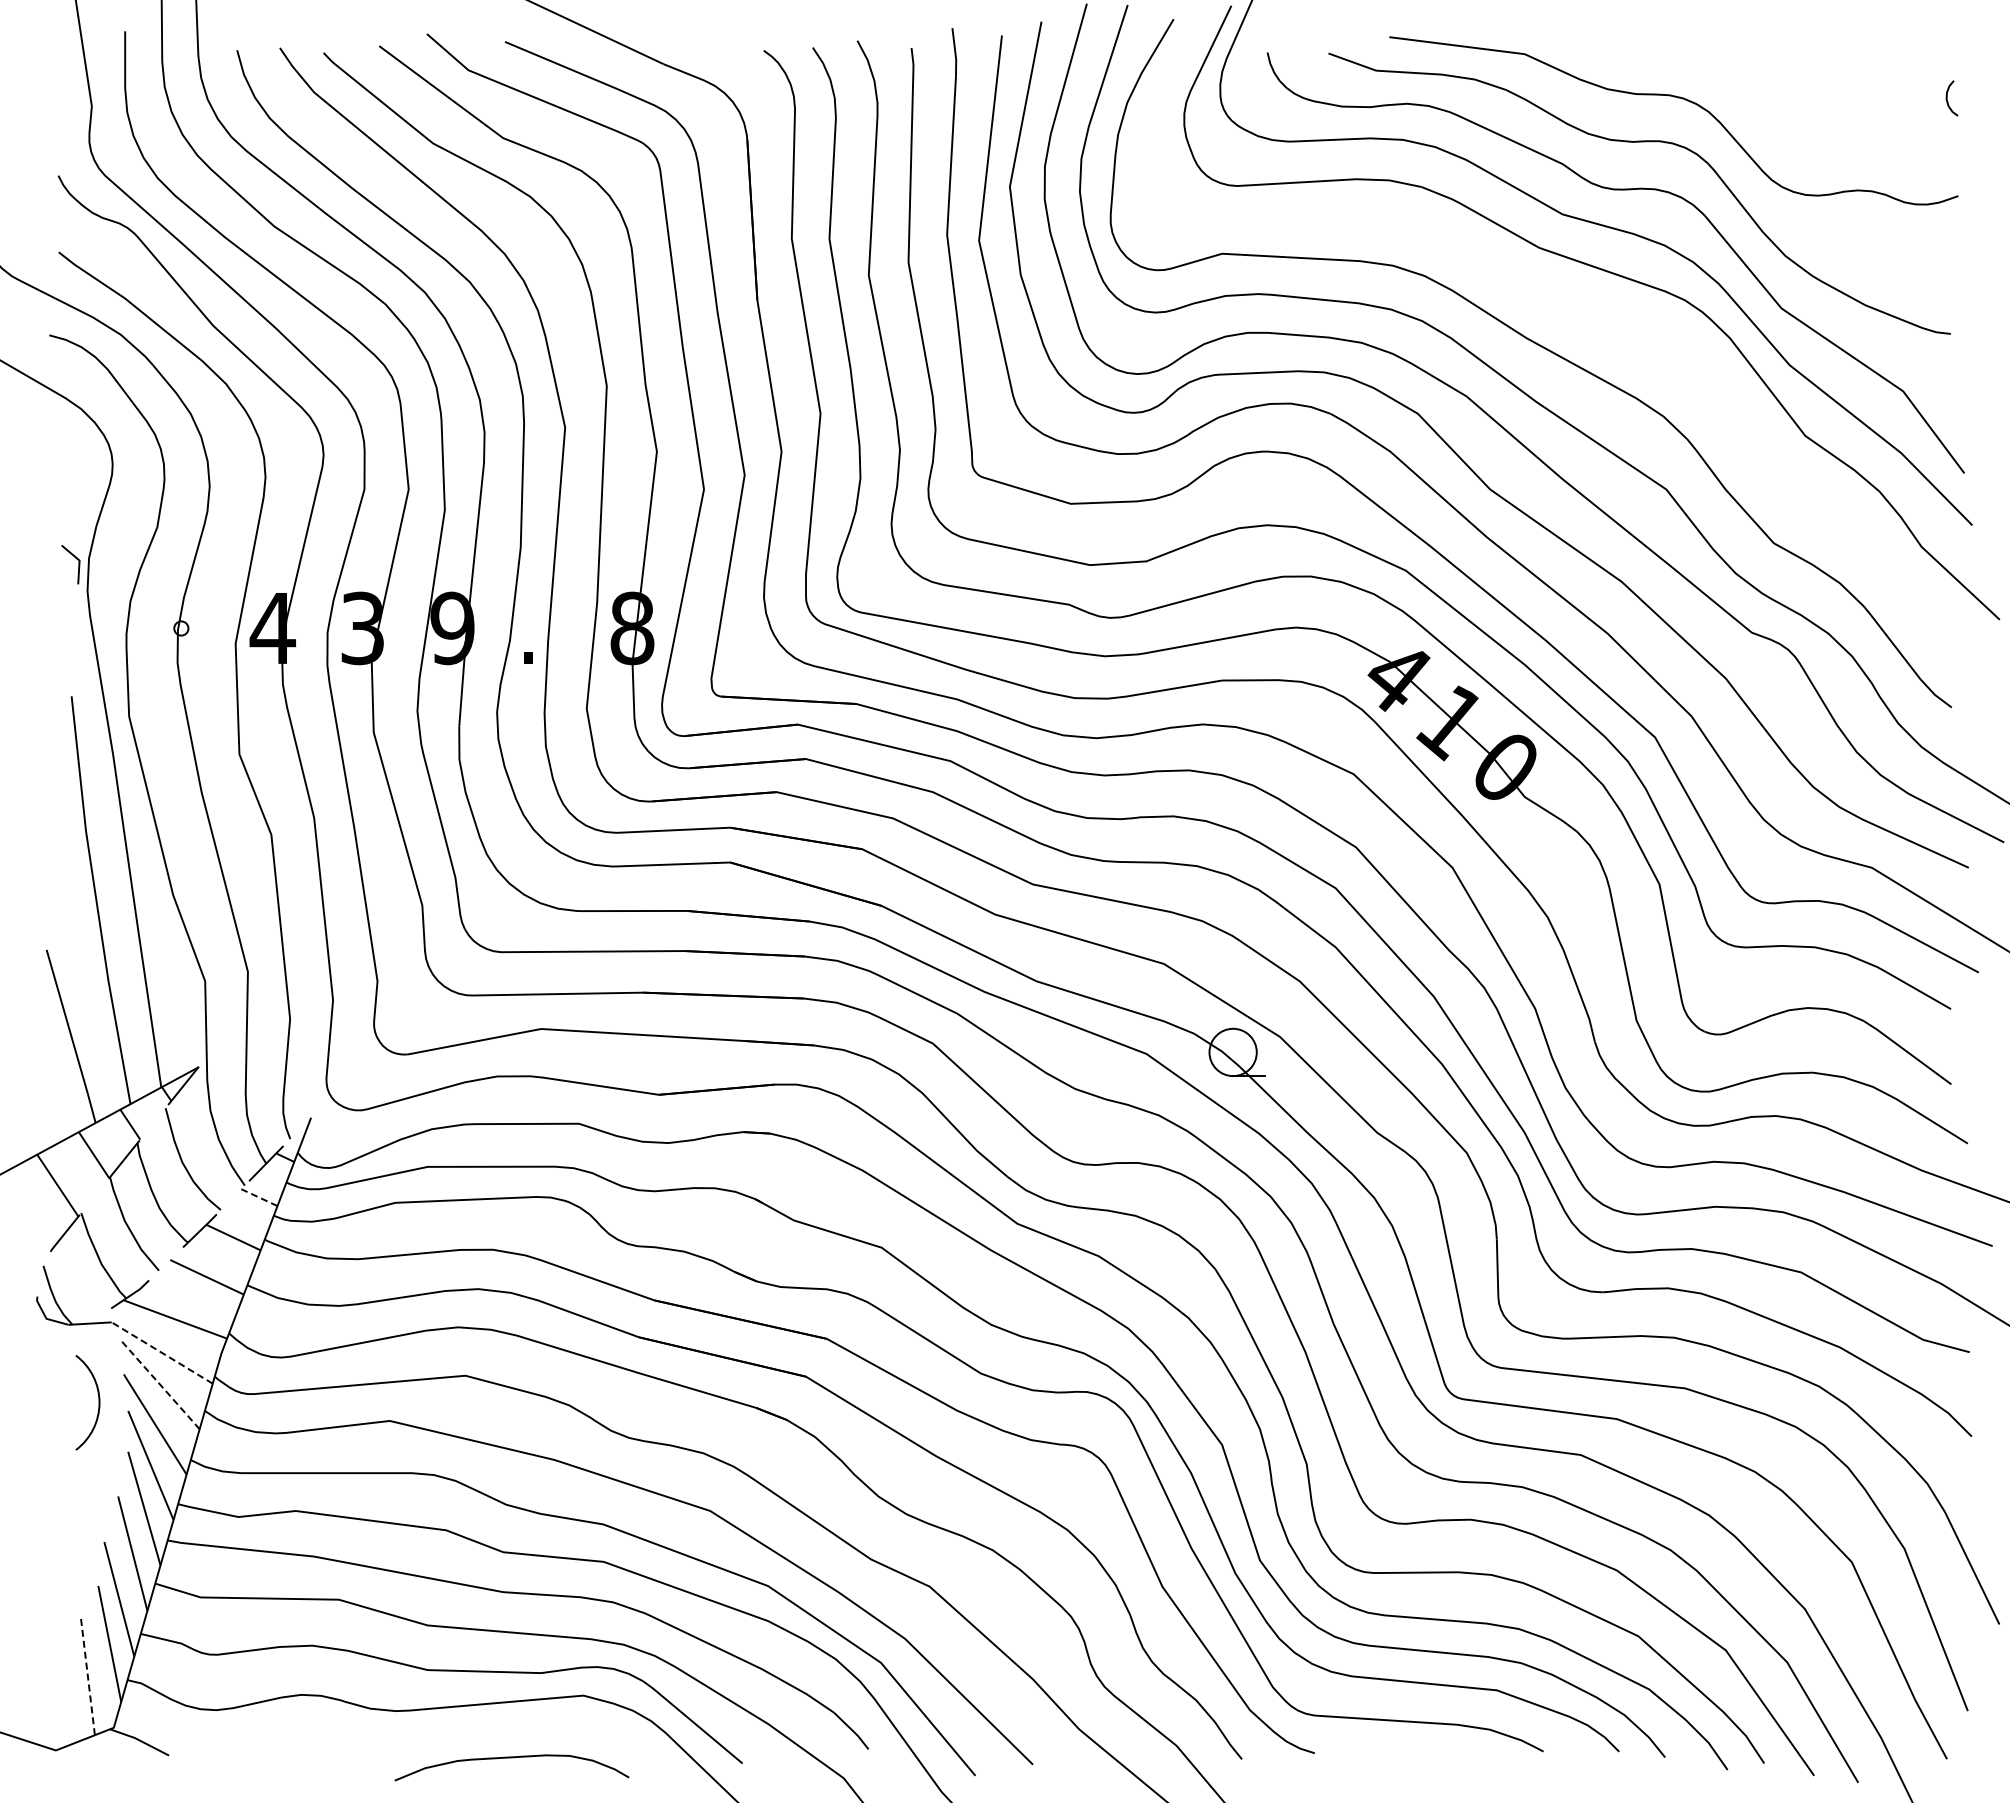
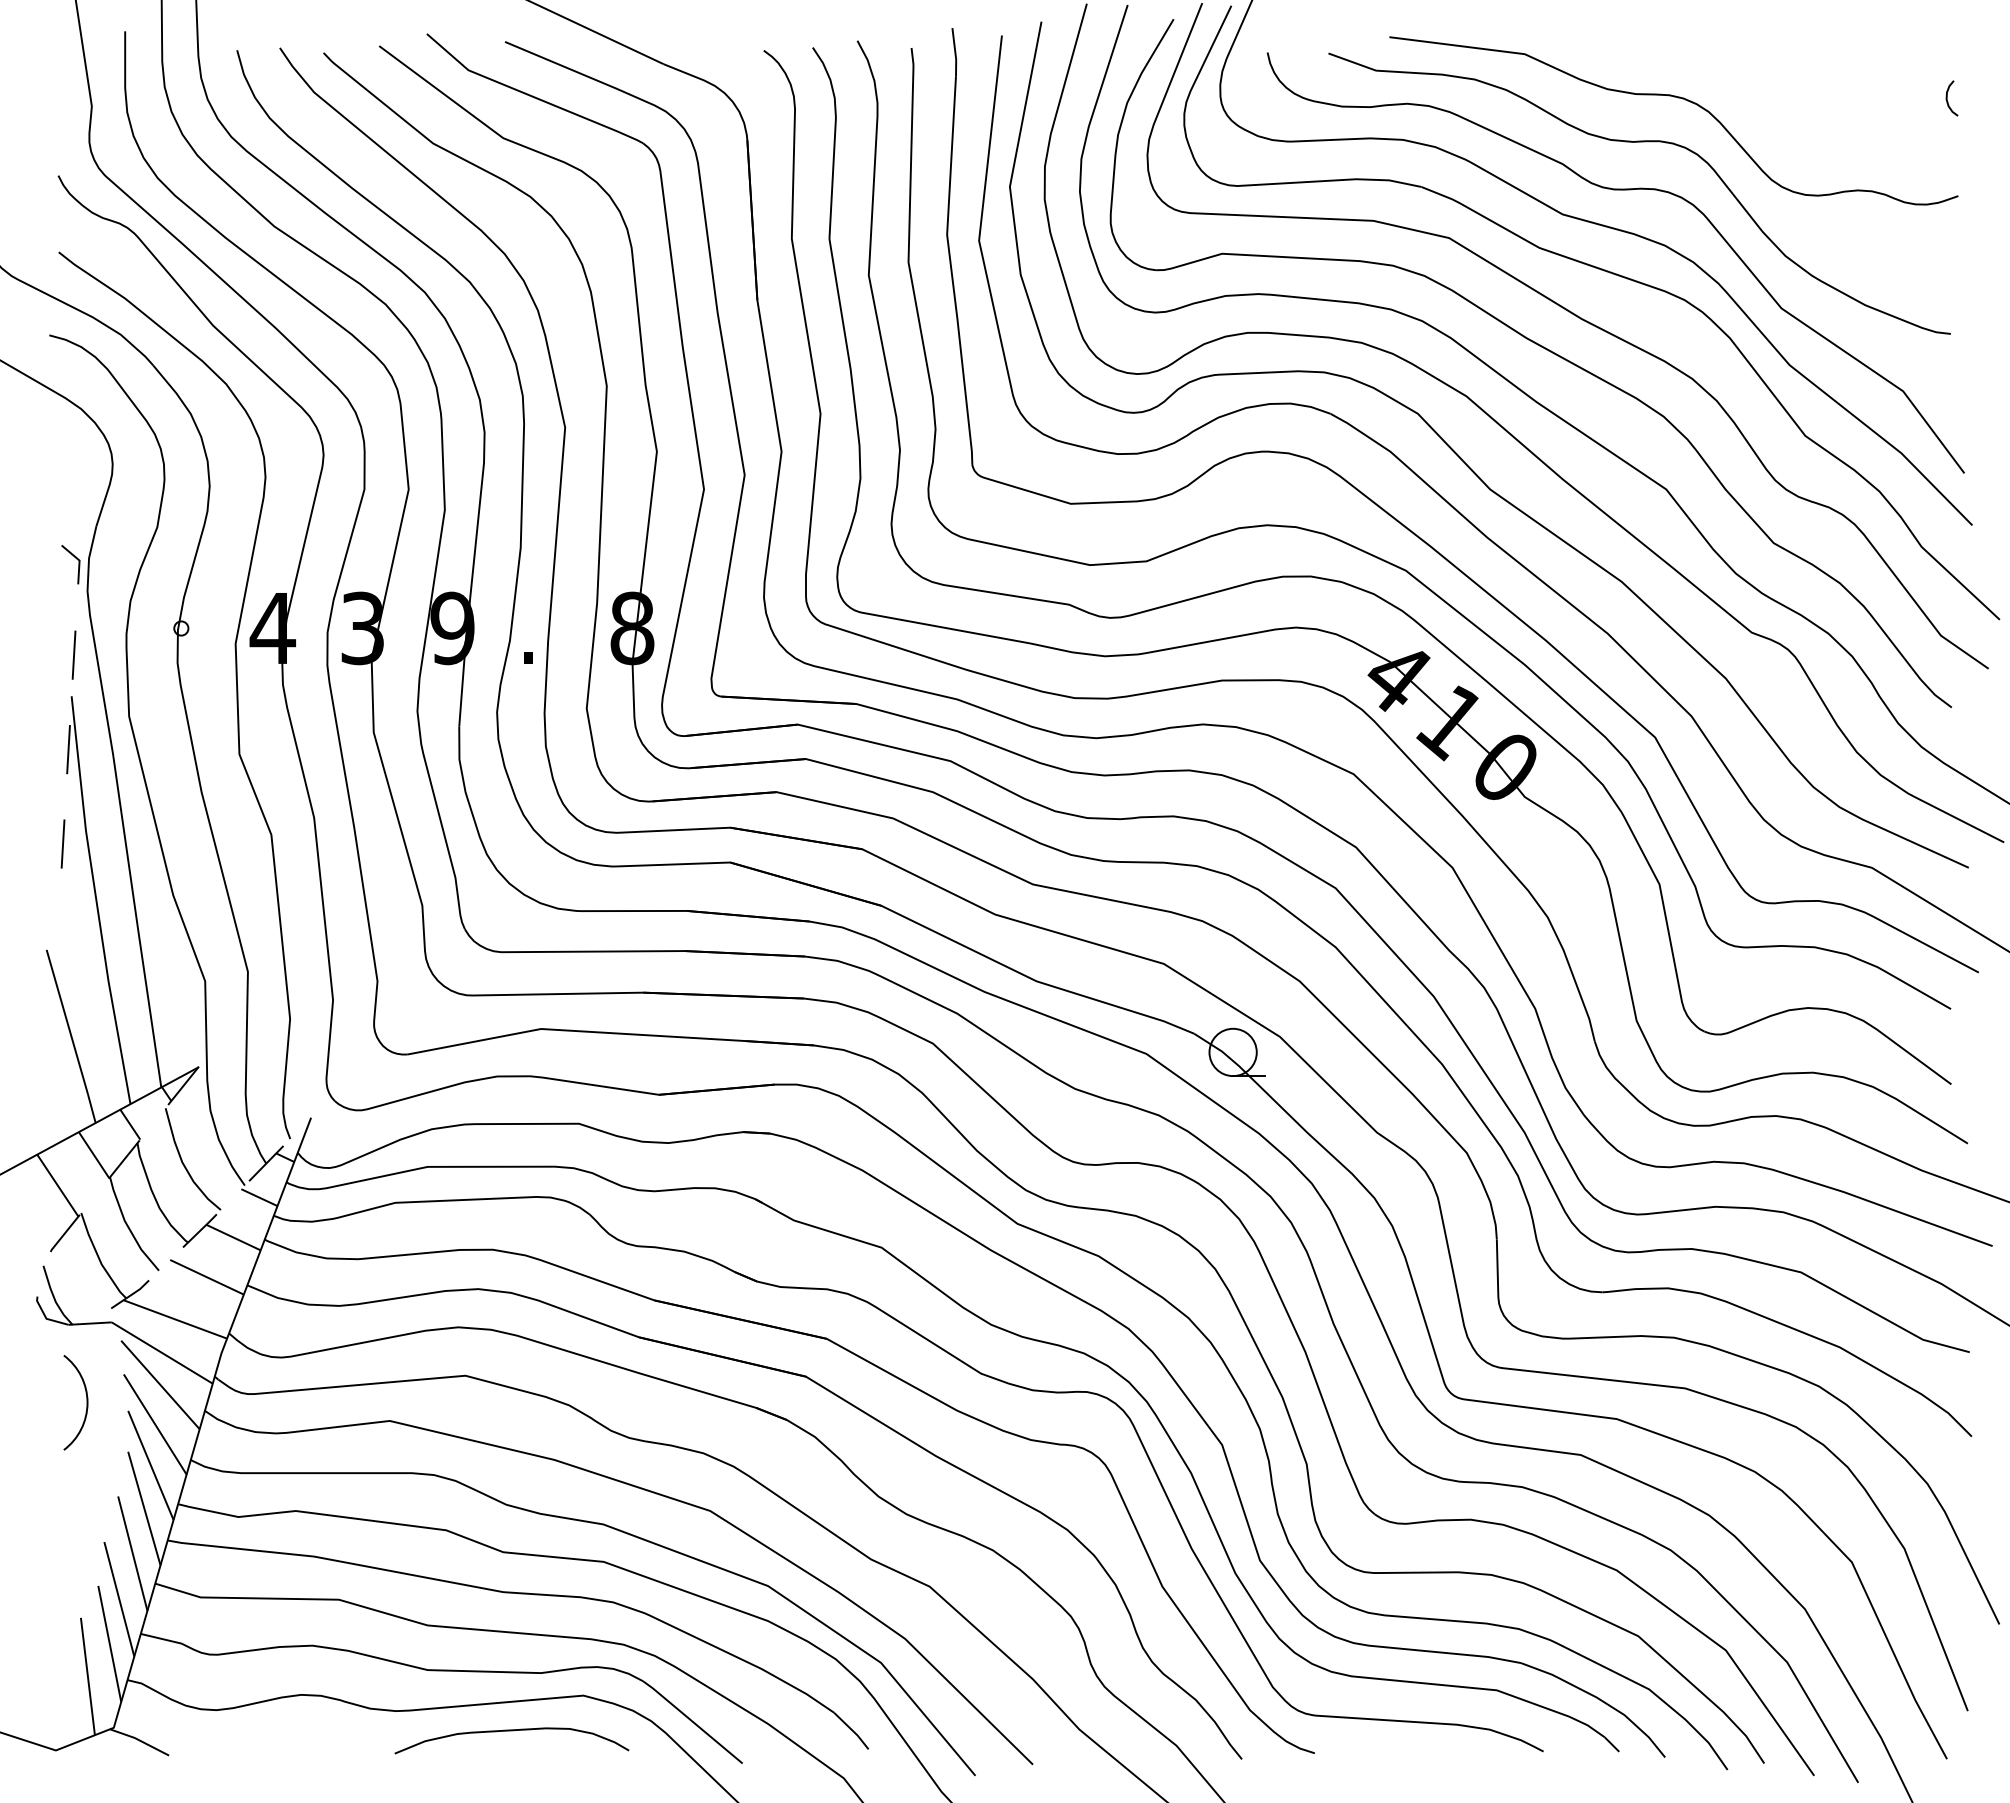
curve at (1578, 318): none -> present
line at (73, 654): none -> present
line at (68, 749): none -> present
line at (62, 843): none -> present
line at (259, 1197): dashed -> solid
line at (161, 1352): dashed -> solid
line at (160, 1384): dashed -> solid
arc at (98, 1402) position: (98, 1402) -> (86, 1402)
line at (87, 1676): dashed -> solid
curve at (511, 1758) position: (511, 1758) -> (511, 1731)
